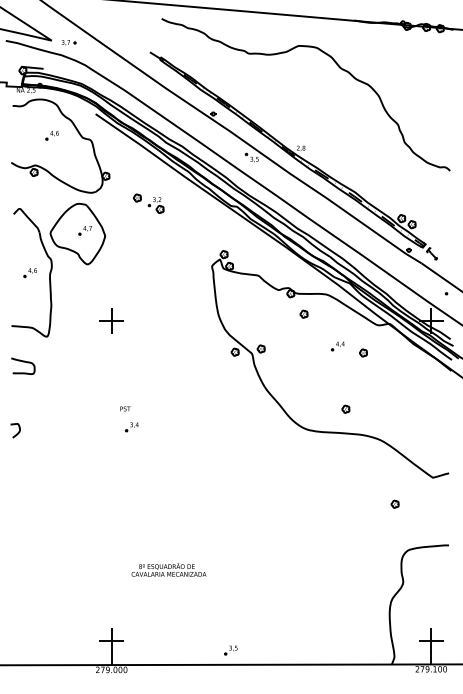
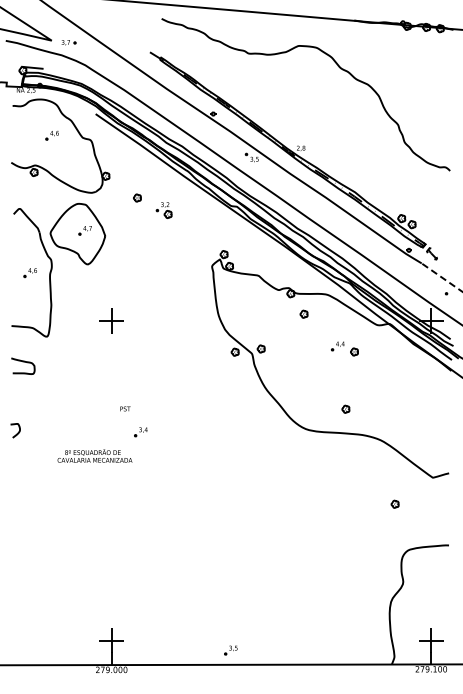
part at (155, 205) position: (155, 205) -> (163, 210)
line at (442, 277): solid -> dashed
part at (363, 352) position: (363, 352) -> (354, 351)
part at (131, 427) position: (131, 427) -> (140, 432)
text at (168, 569) position: (168, 569) -> (94, 455)
